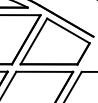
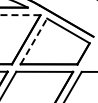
line at (20, 15): solid -> dashed
line at (34, 41): solid -> dashed
